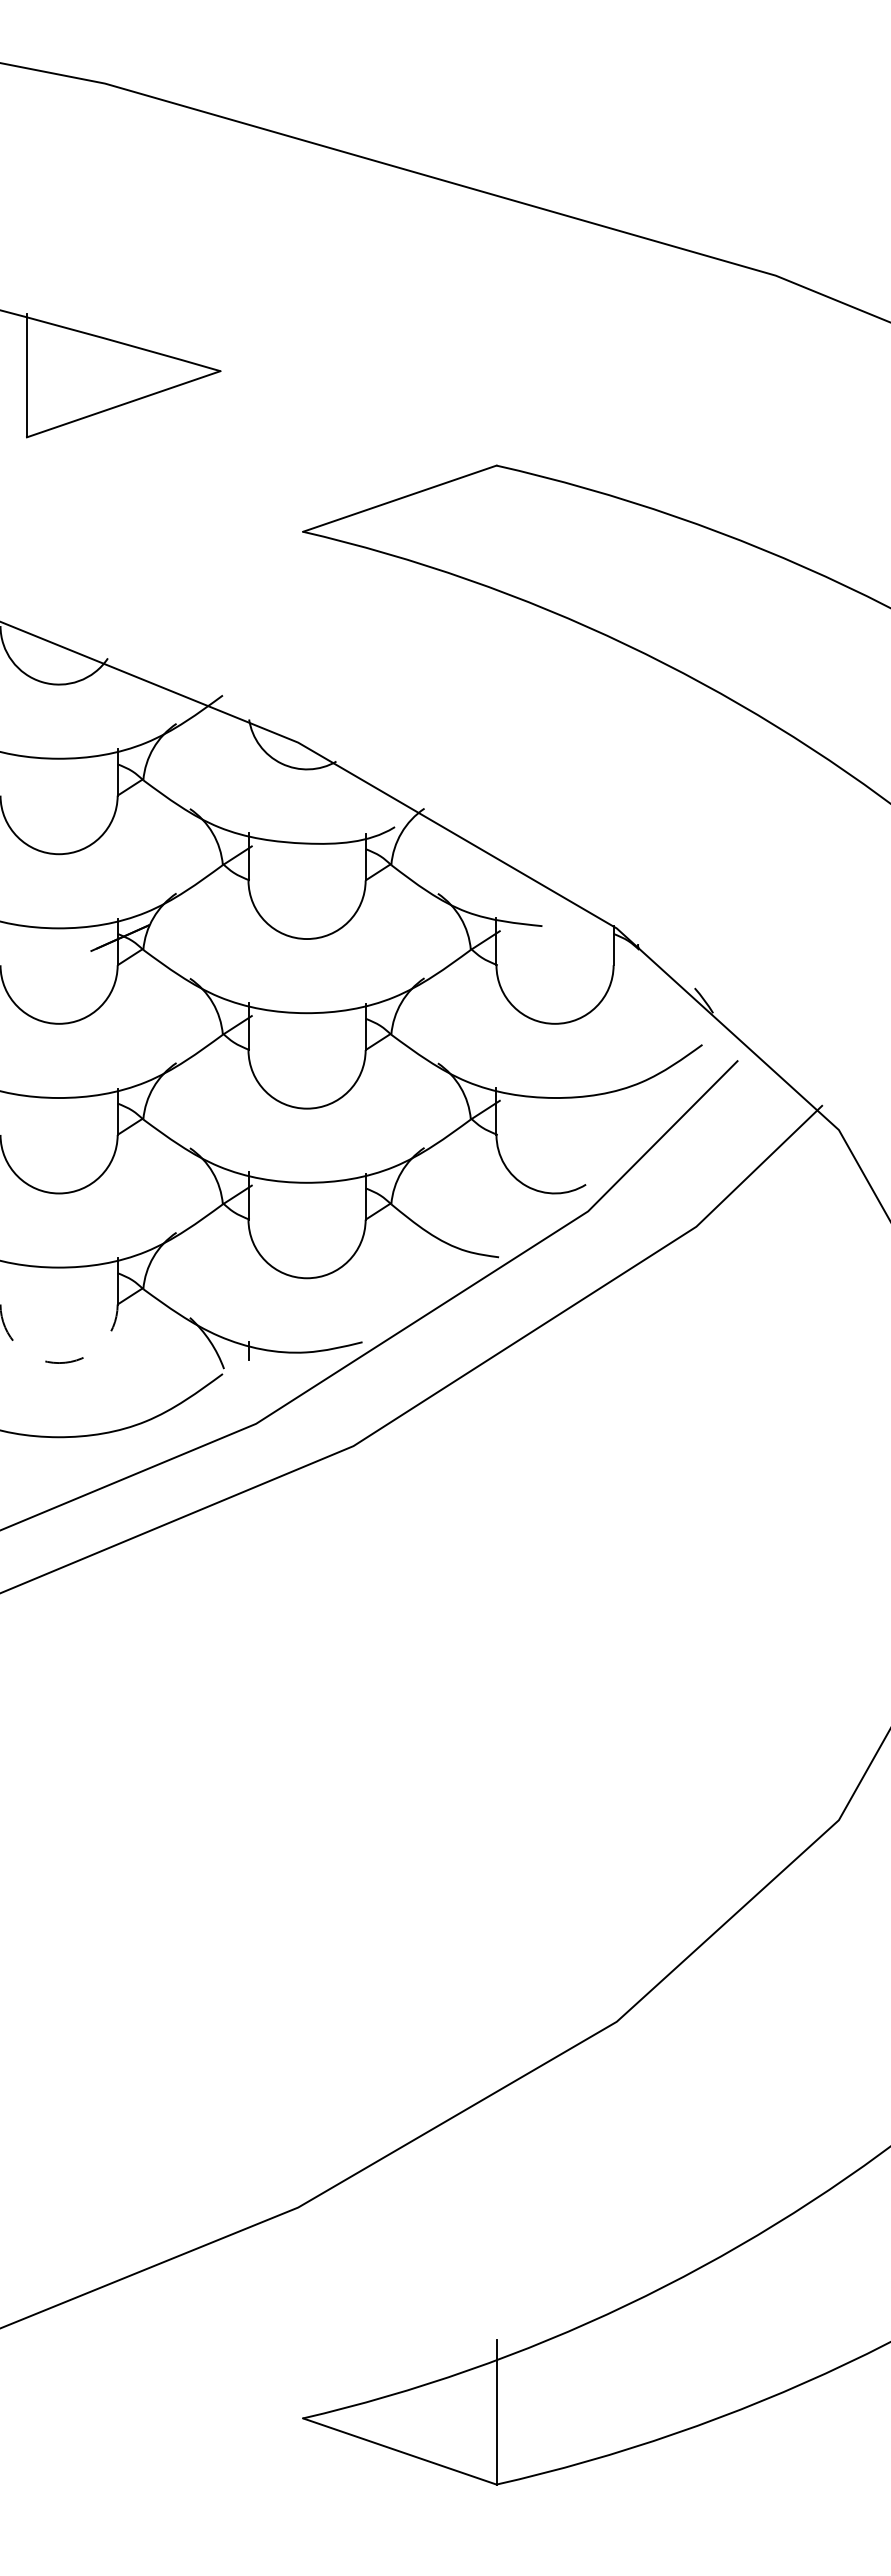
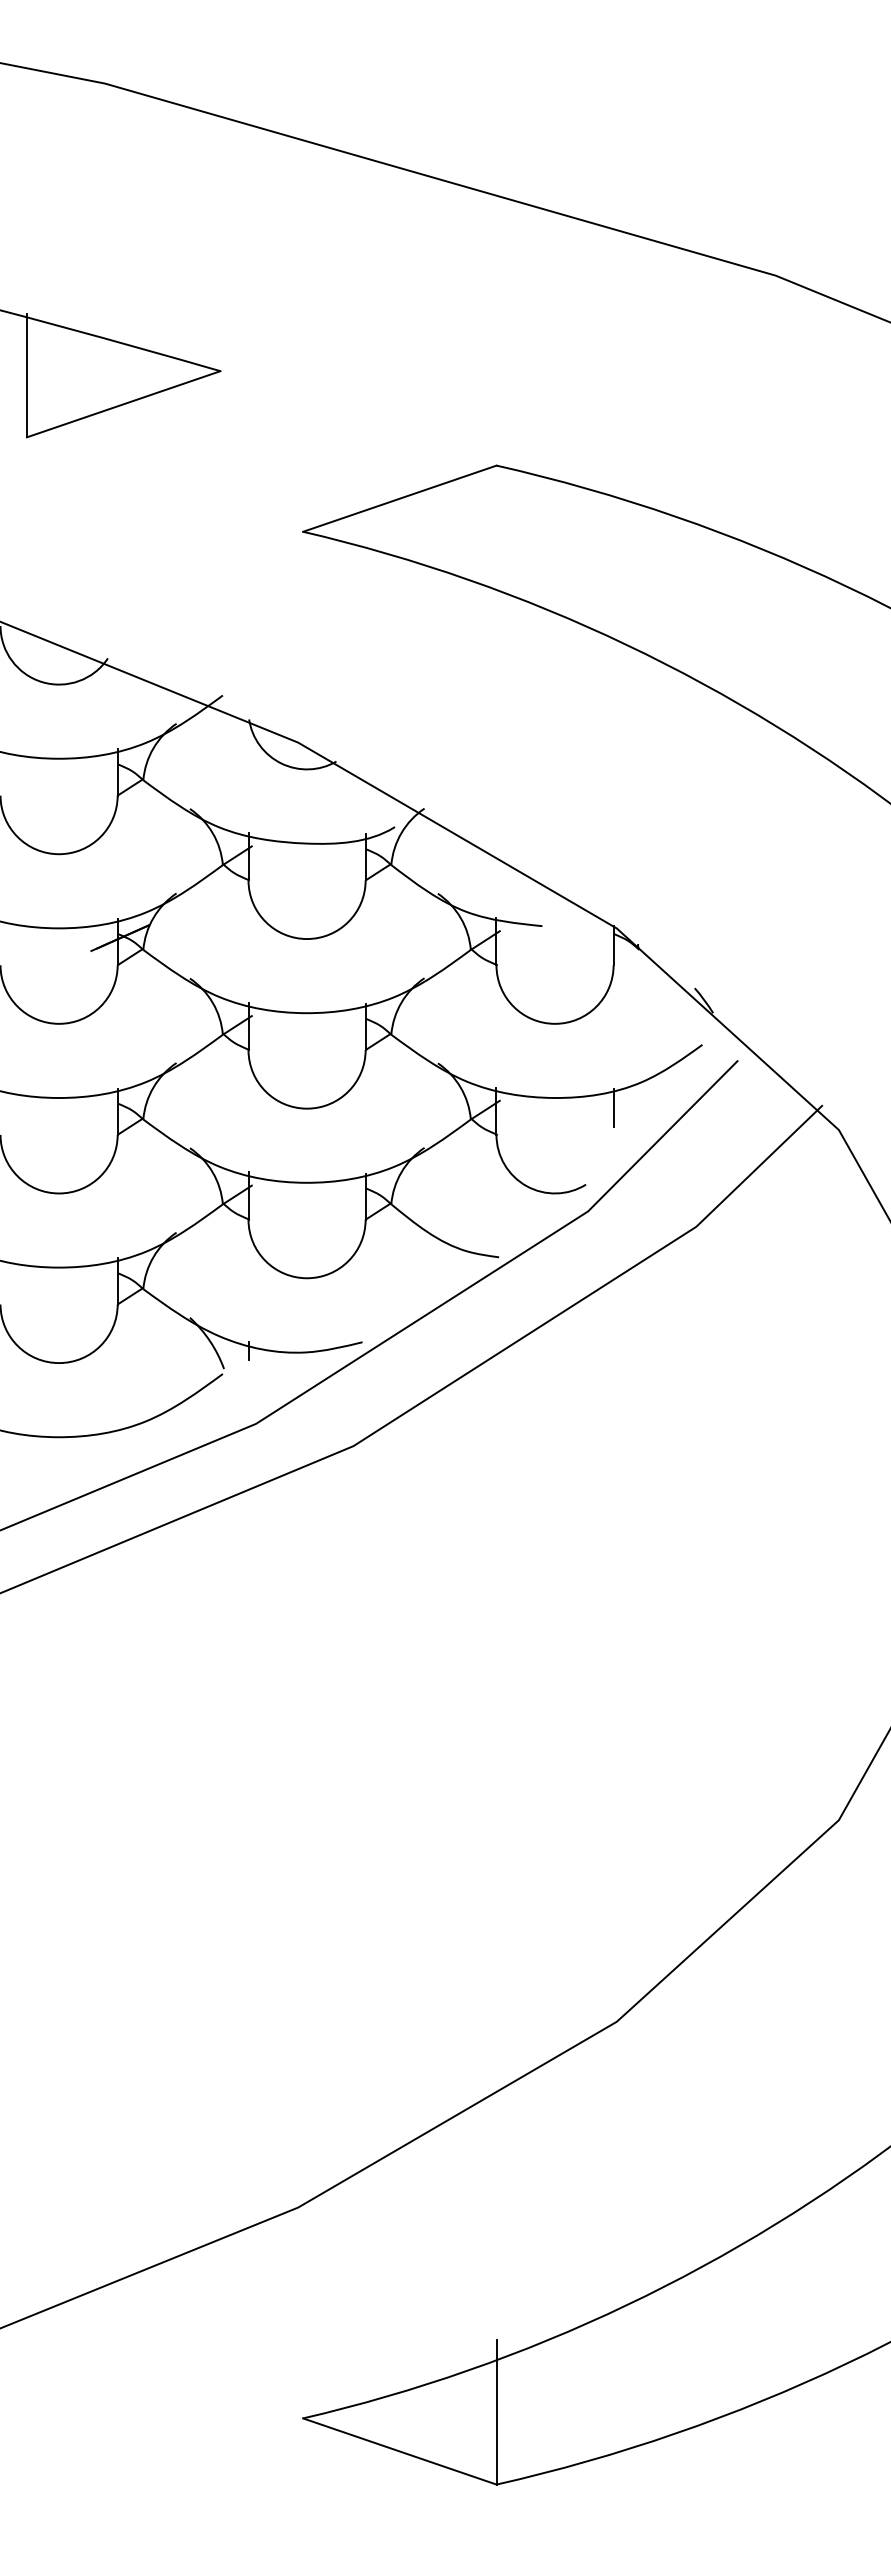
line at (613, 1107): none -> present
arc at (59, 1363): dashed -> solid
